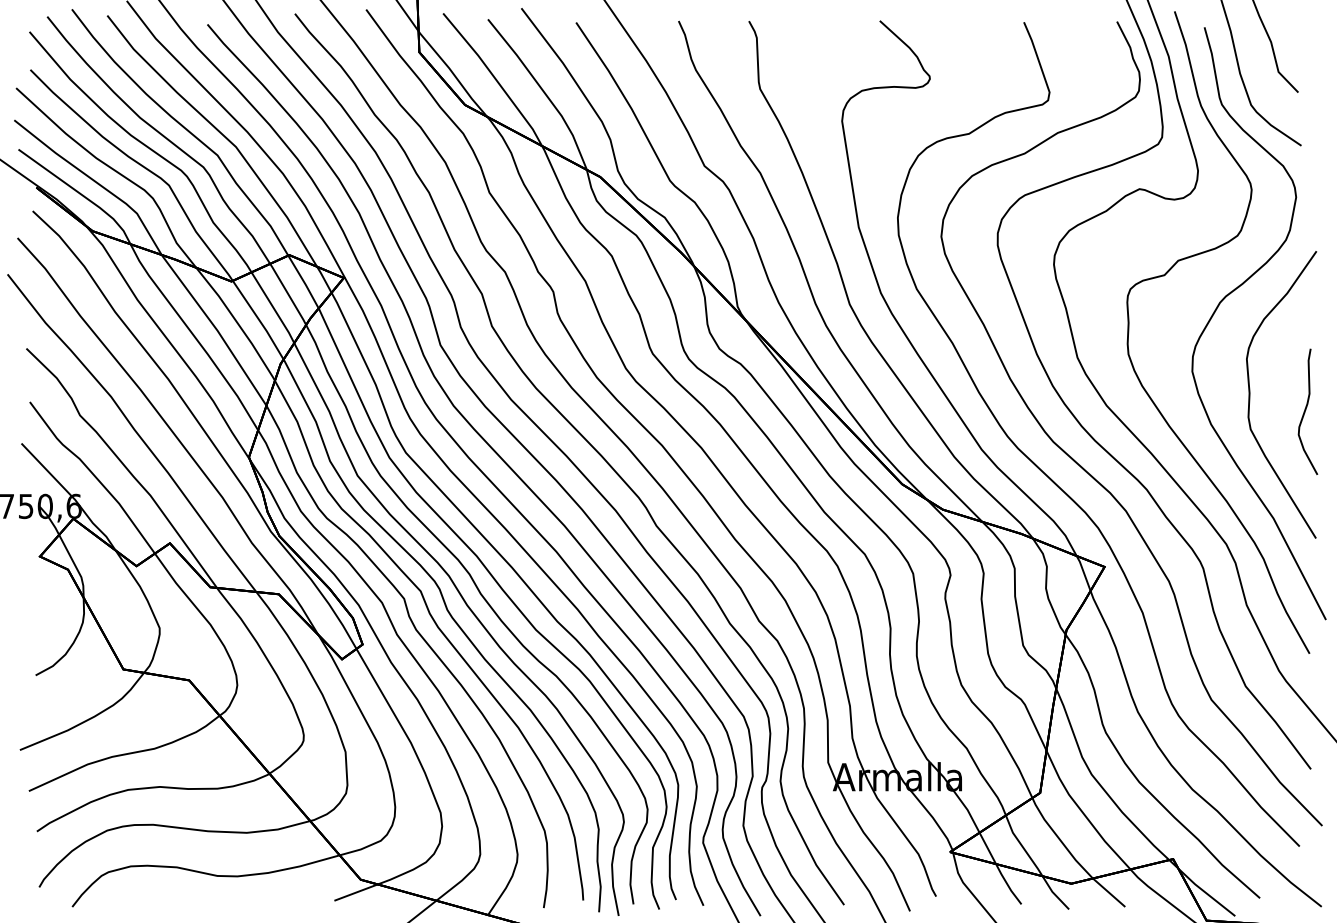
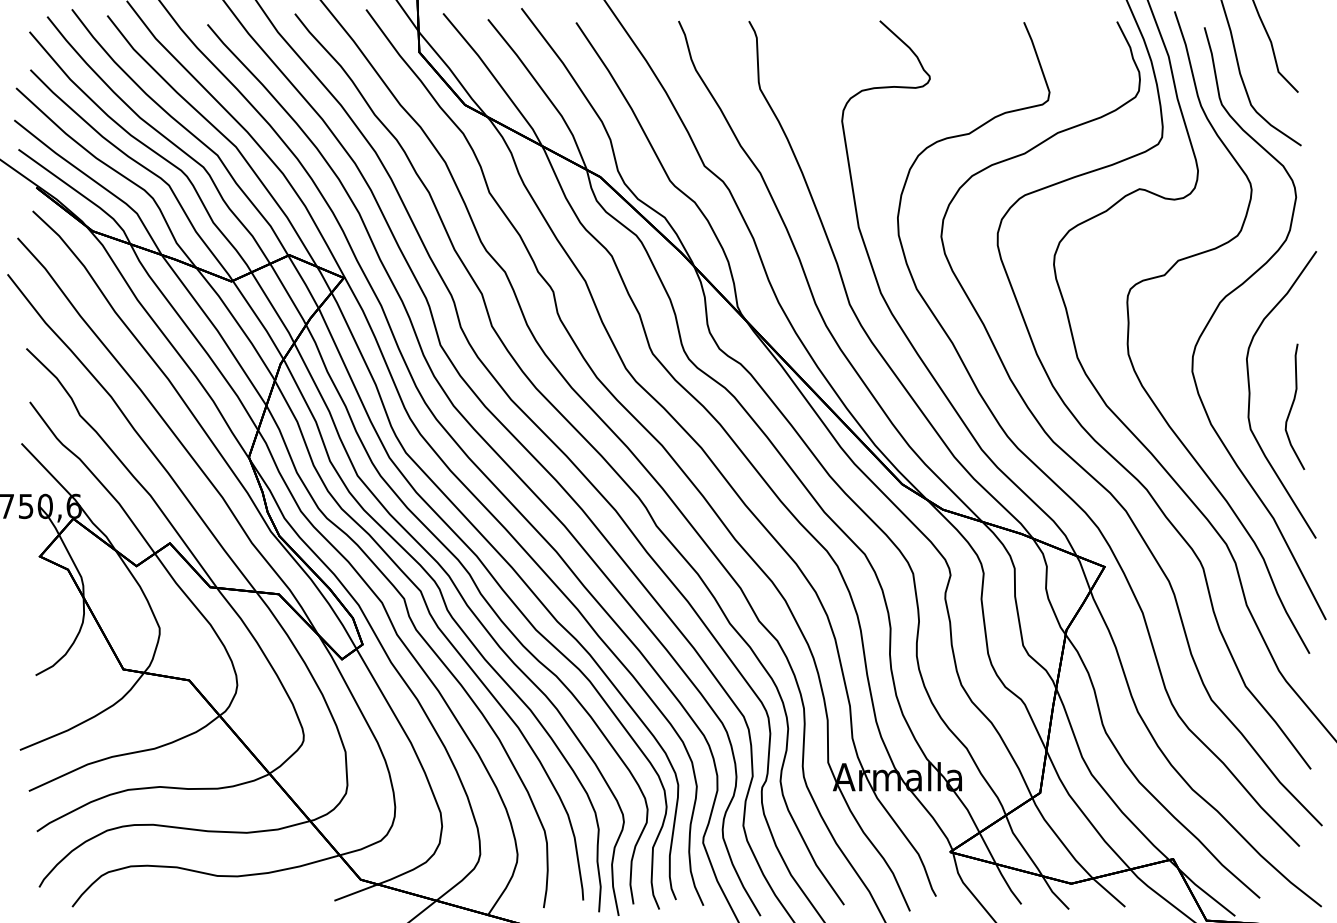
curve at (1306, 410) position: (1306, 410) -> (1293, 405)
